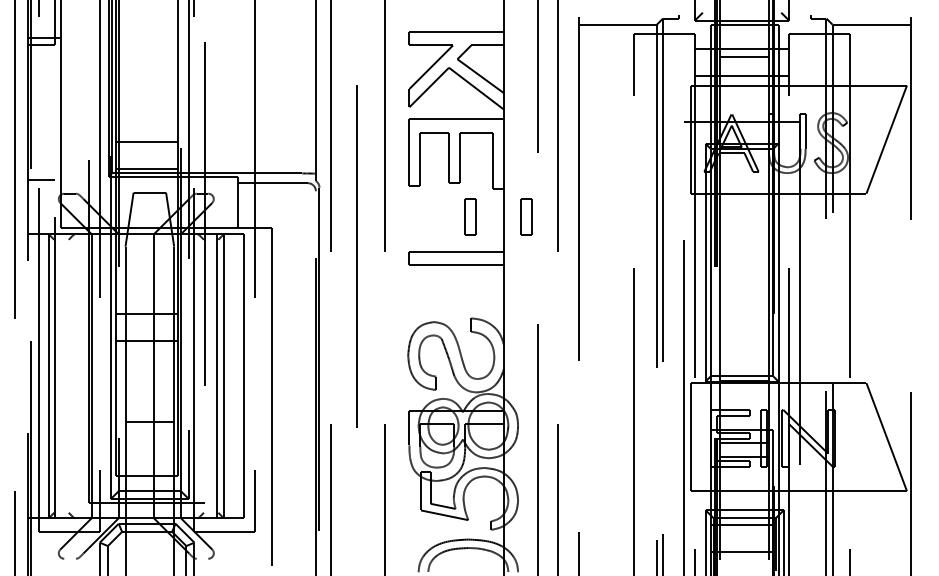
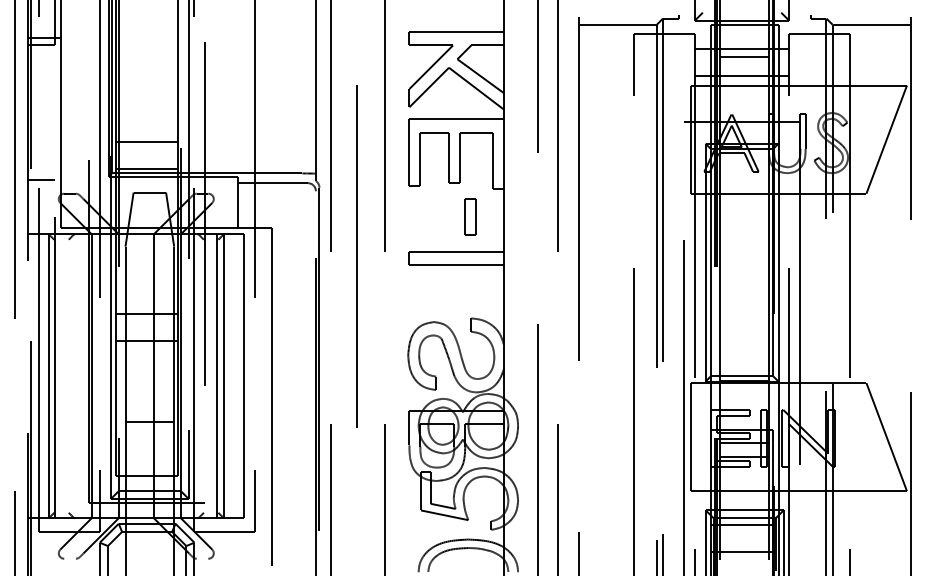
part at (526, 216): present -> none
